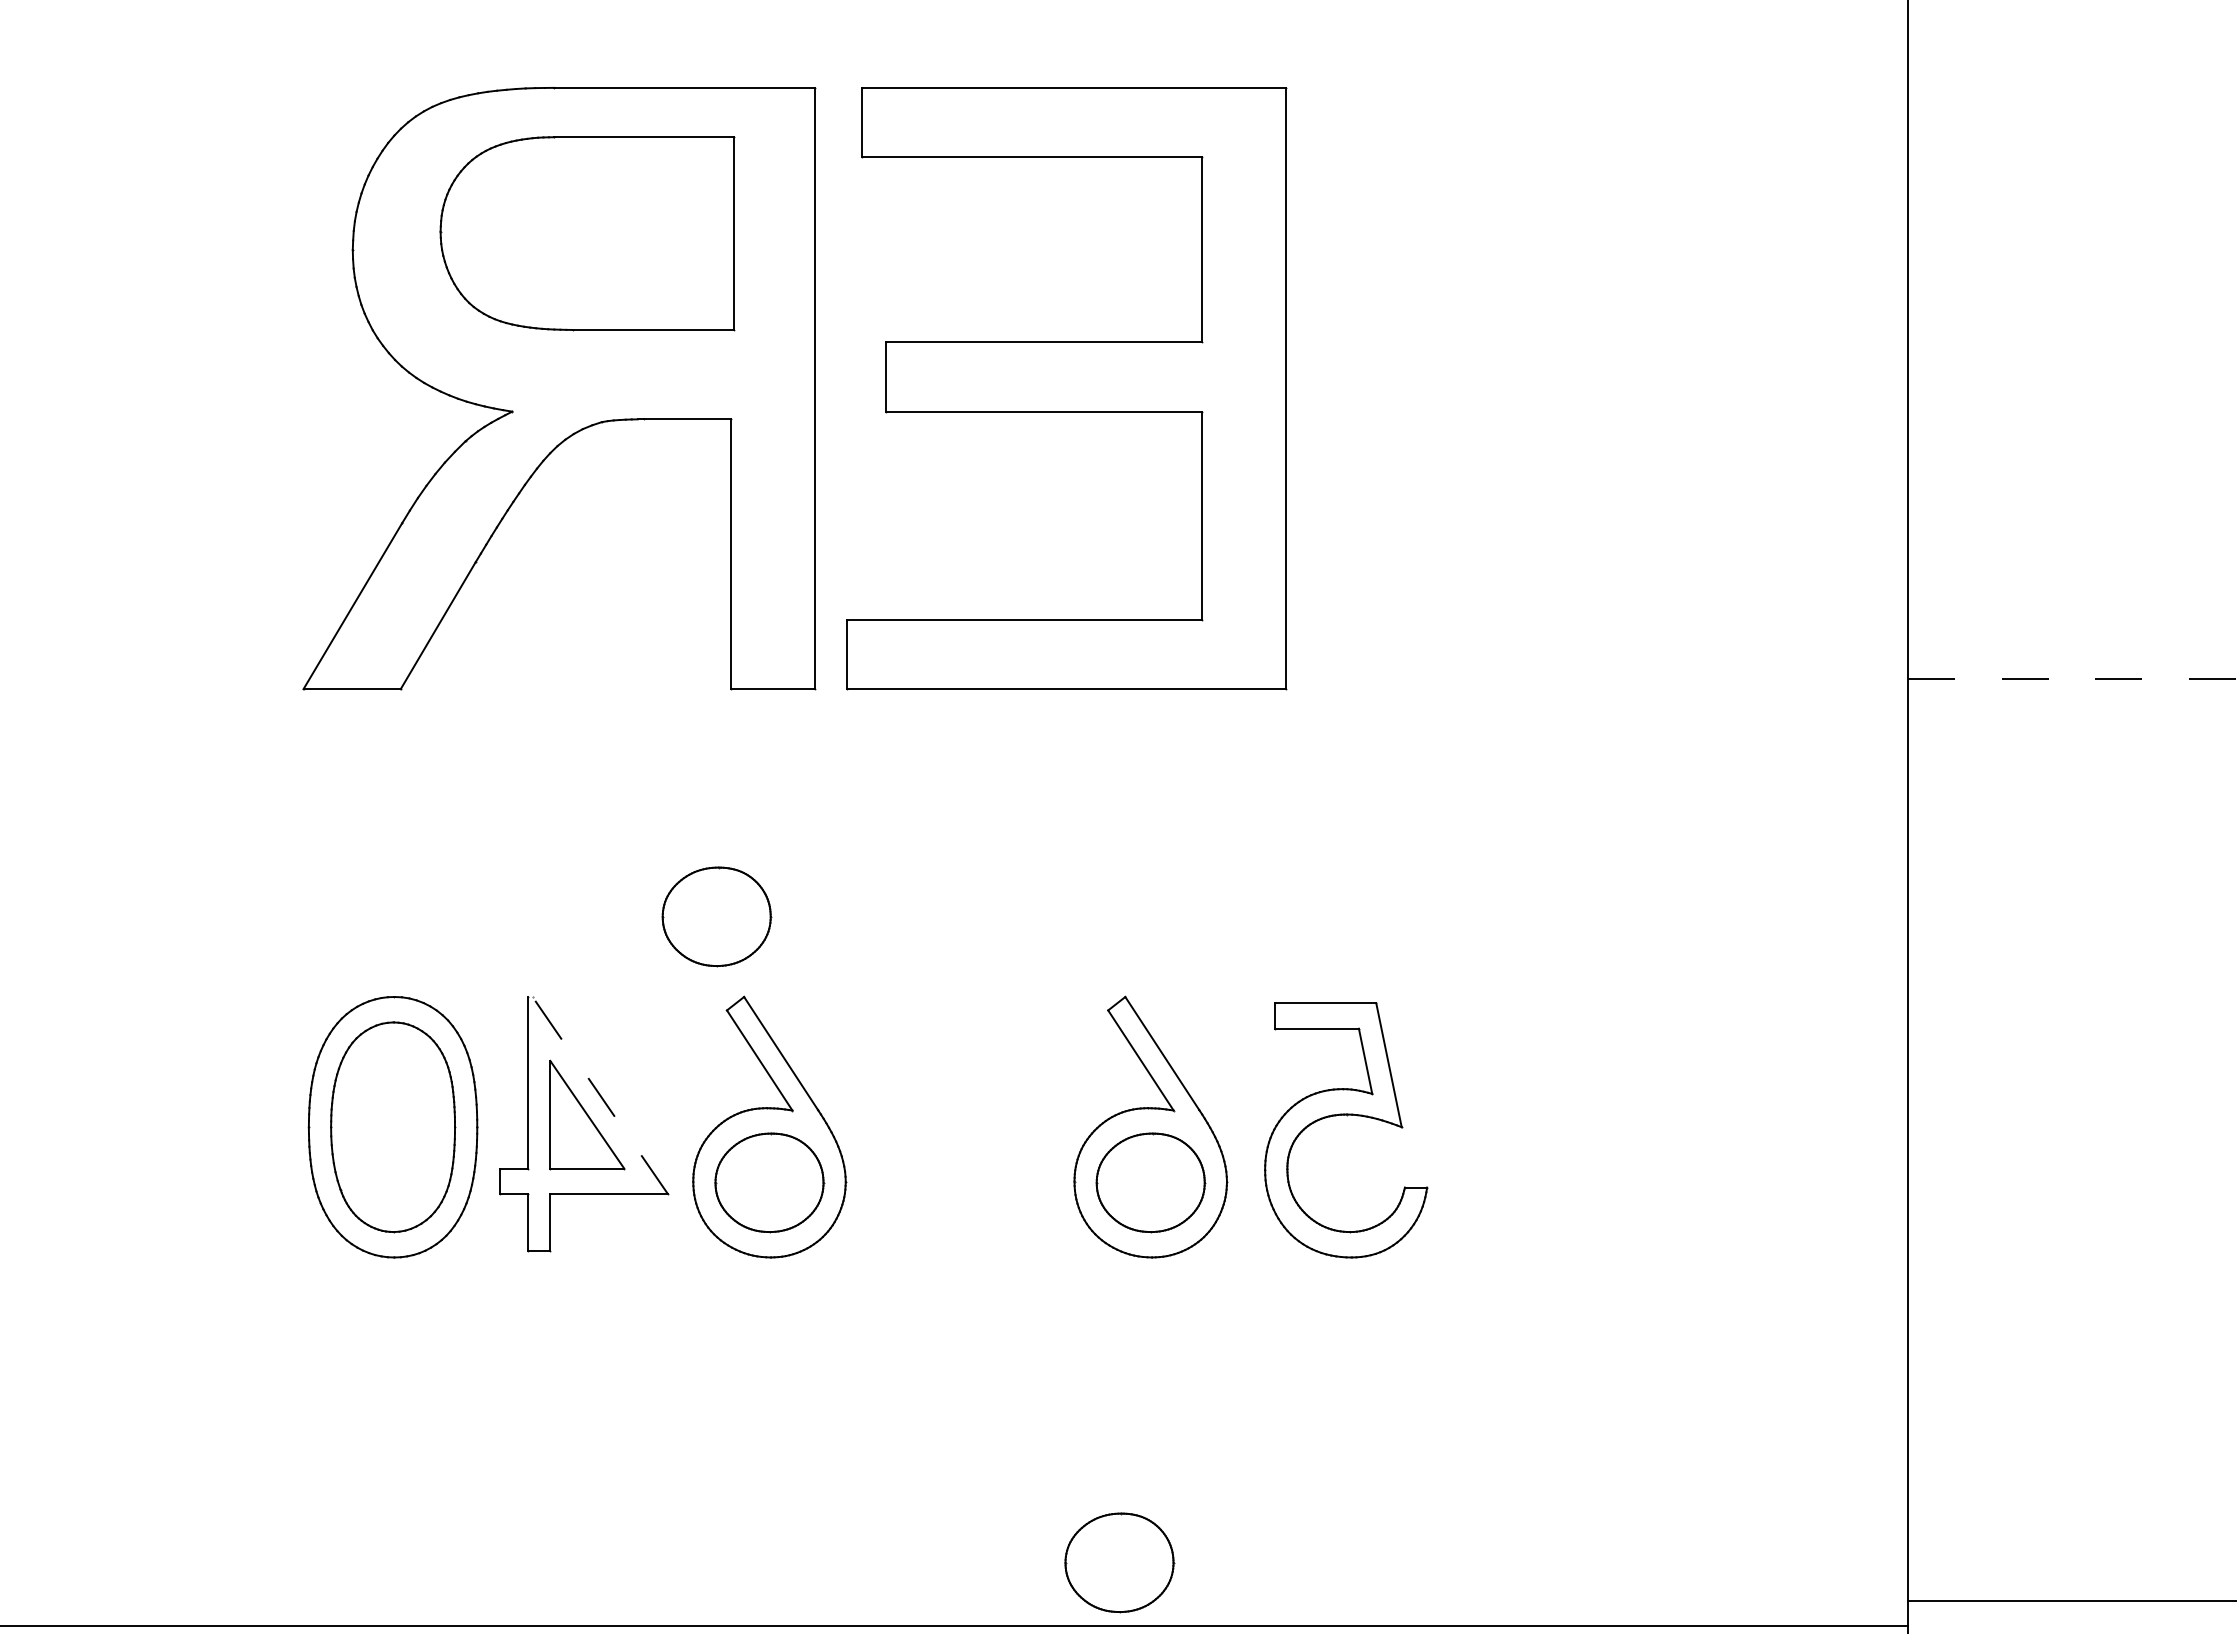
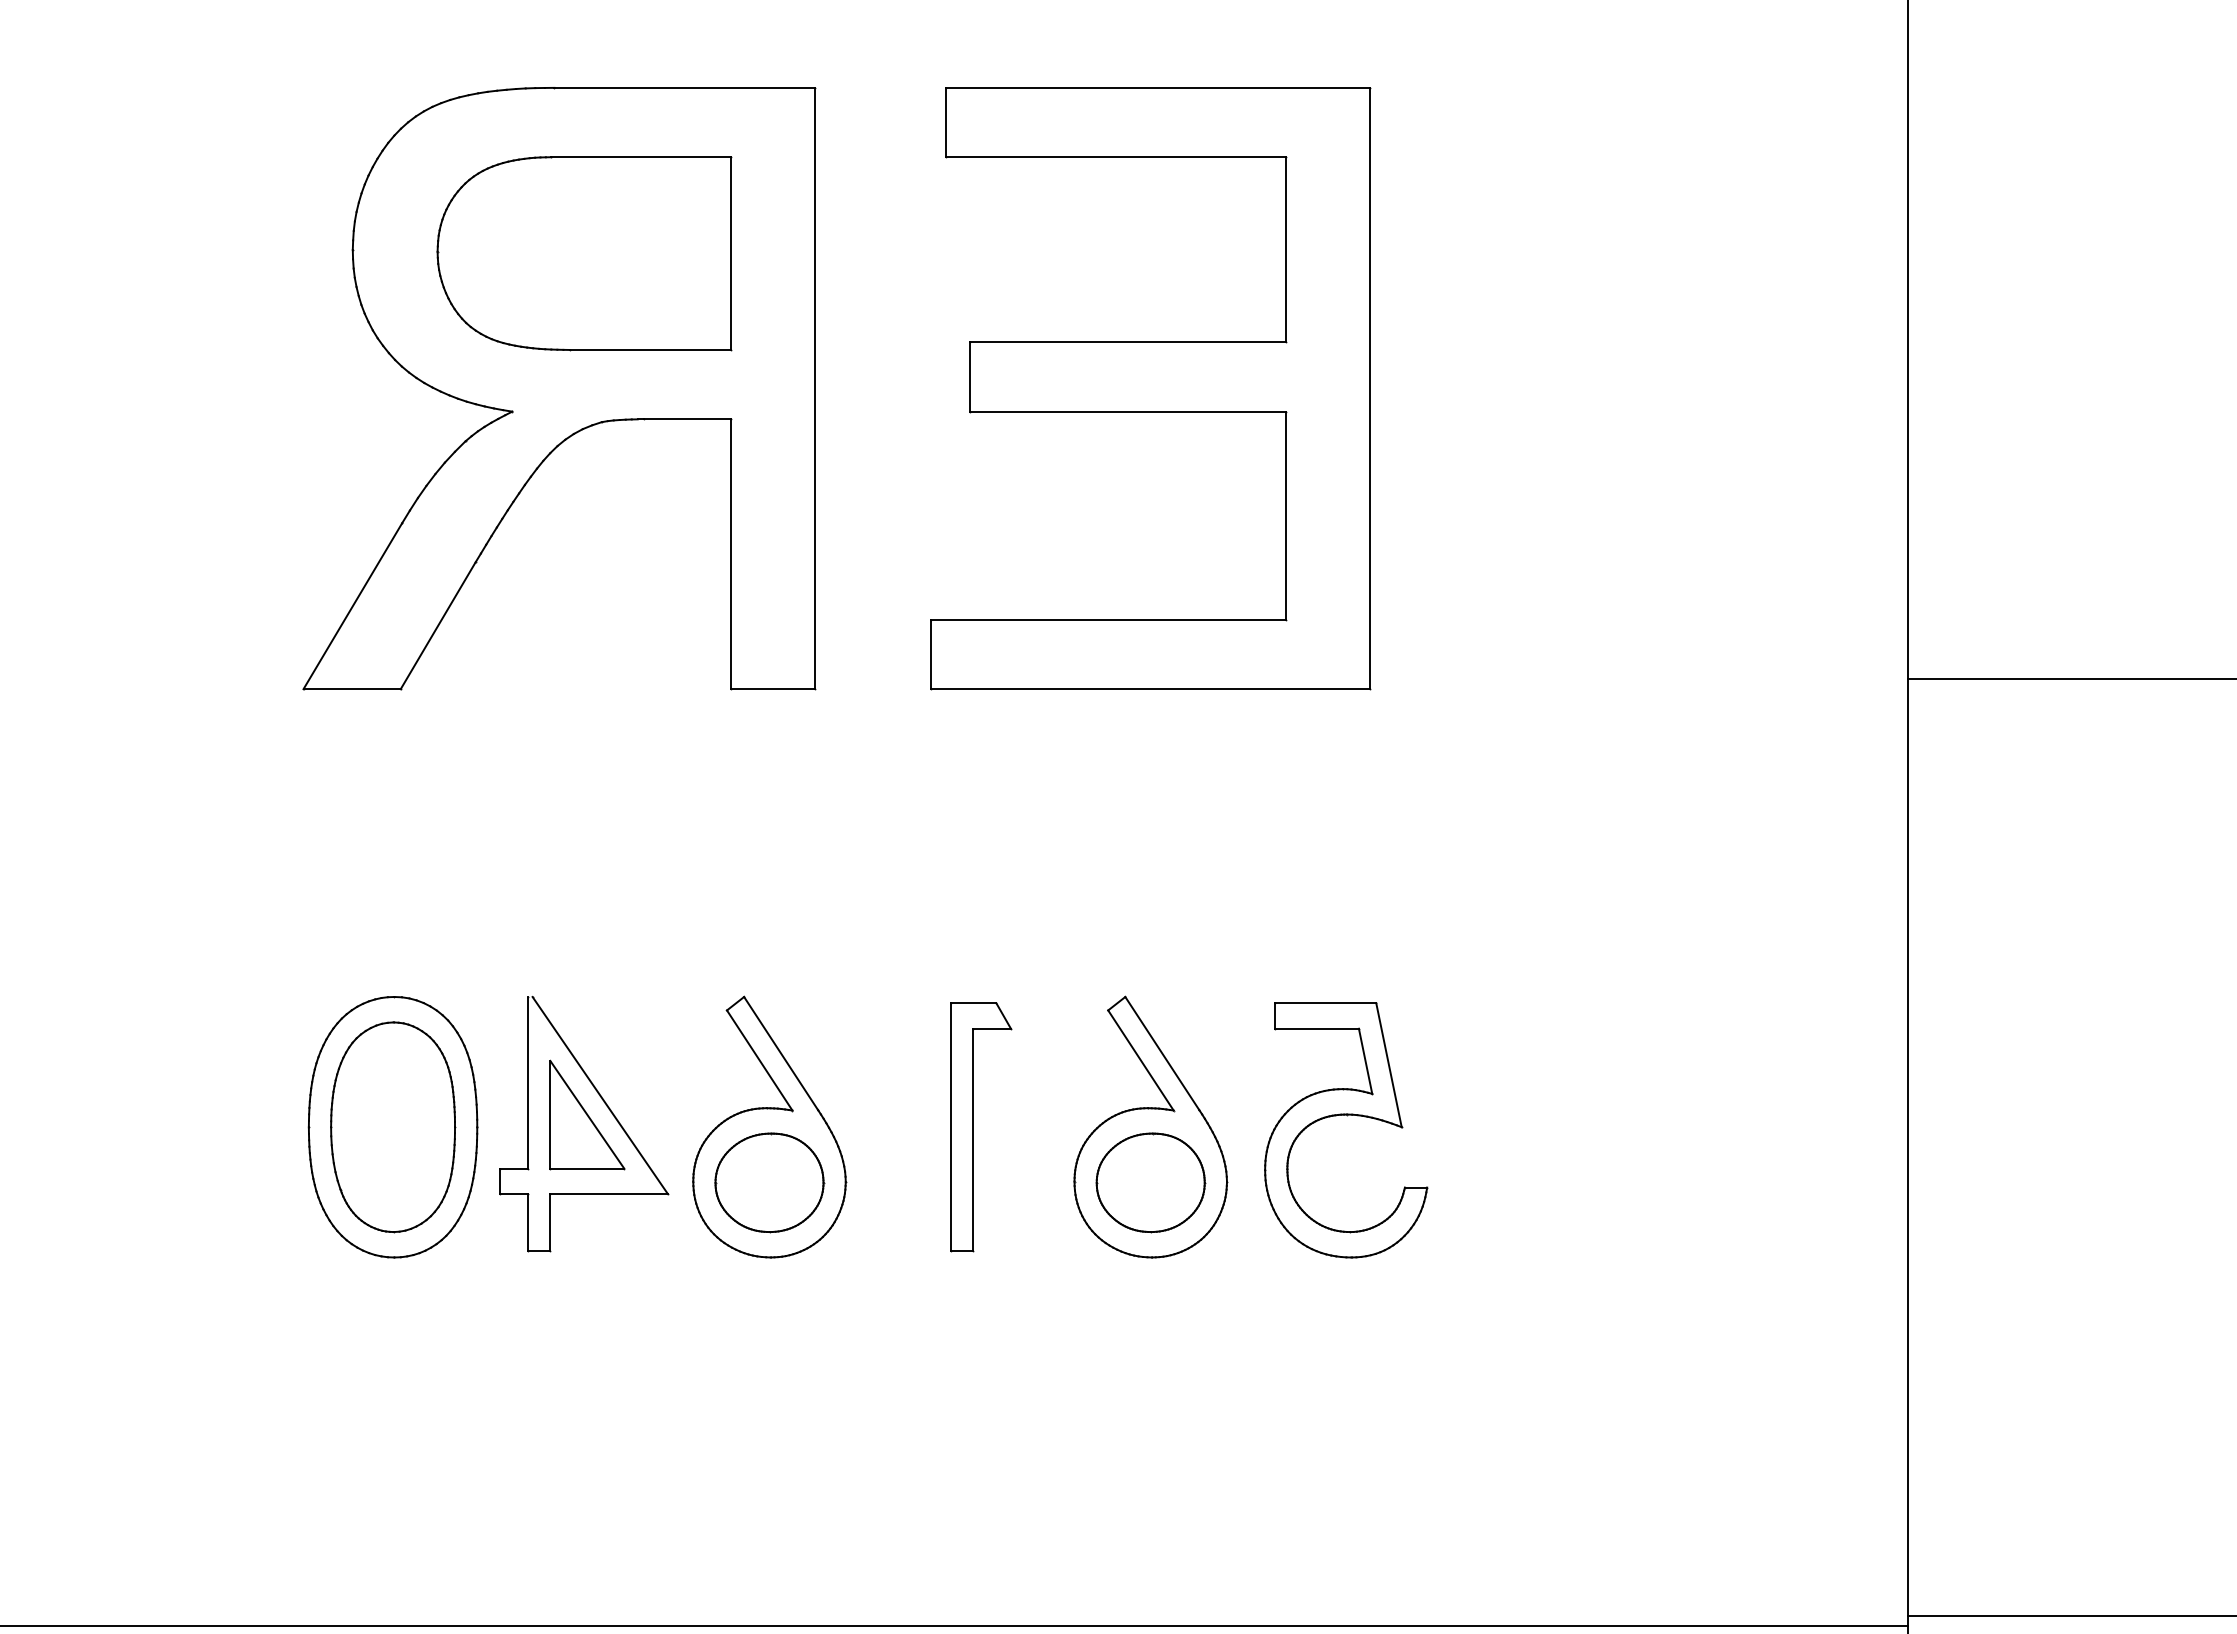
part at (587, 233) position: (587, 233) -> (584, 253)
part at (1066, 388) position: (1066, 388) -> (1150, 388)
line at (2072, 679): dashed -> solid
part at (716, 916): present -> none
line at (599, 1095): dashed -> solid
part at (973, 1127): none -> present
part at (1119, 1562): present -> none
line at (2070, 1601) position: (2070, 1601) -> (2070, 1616)
